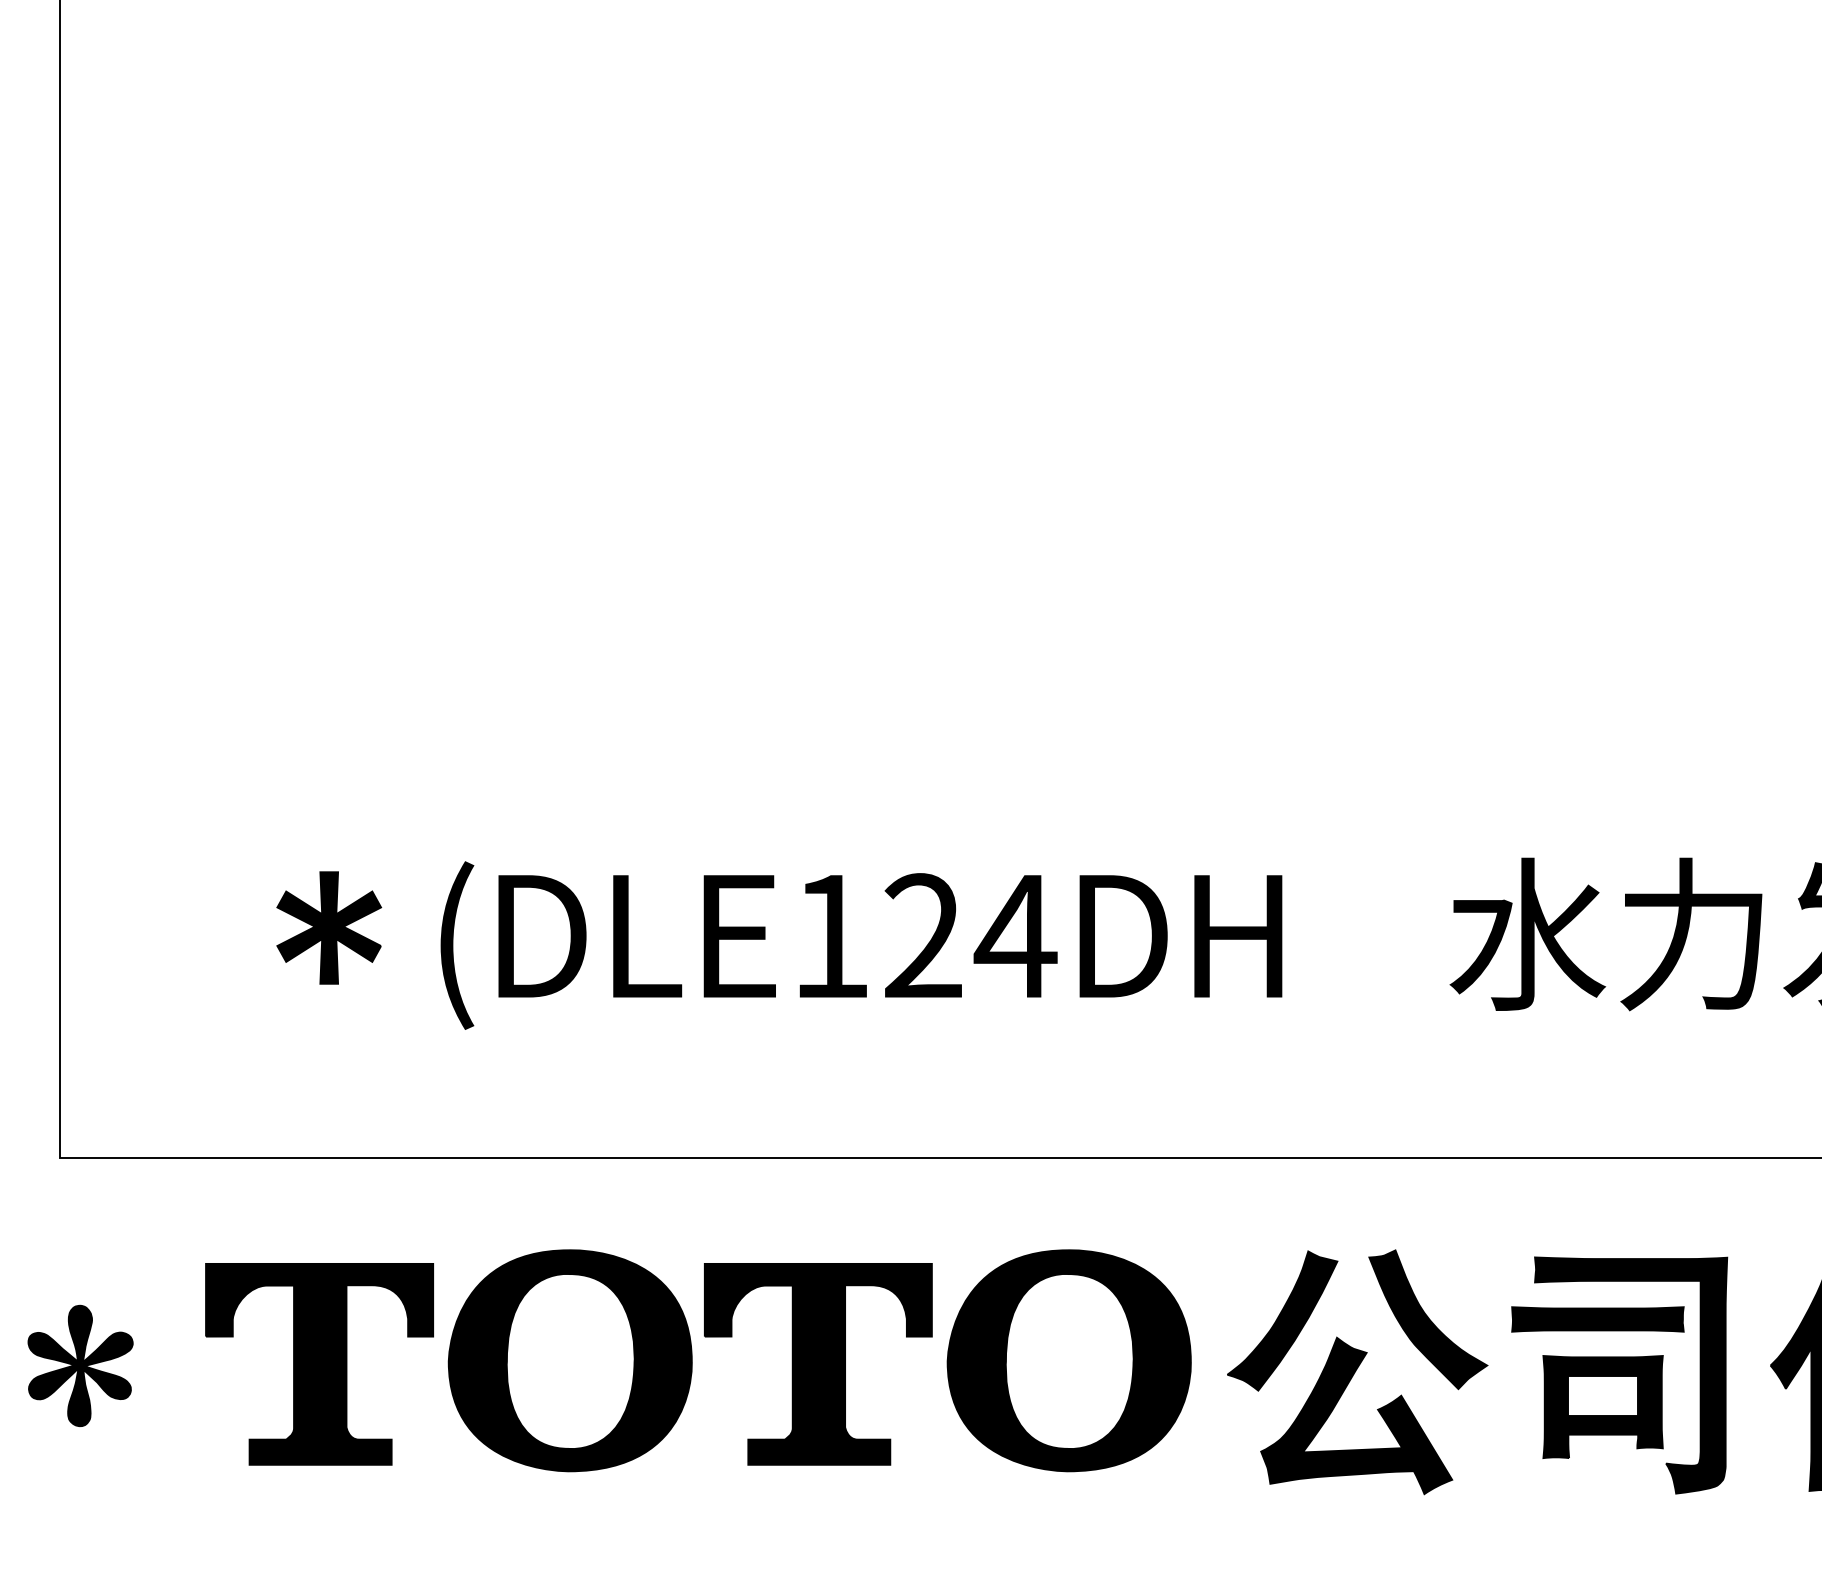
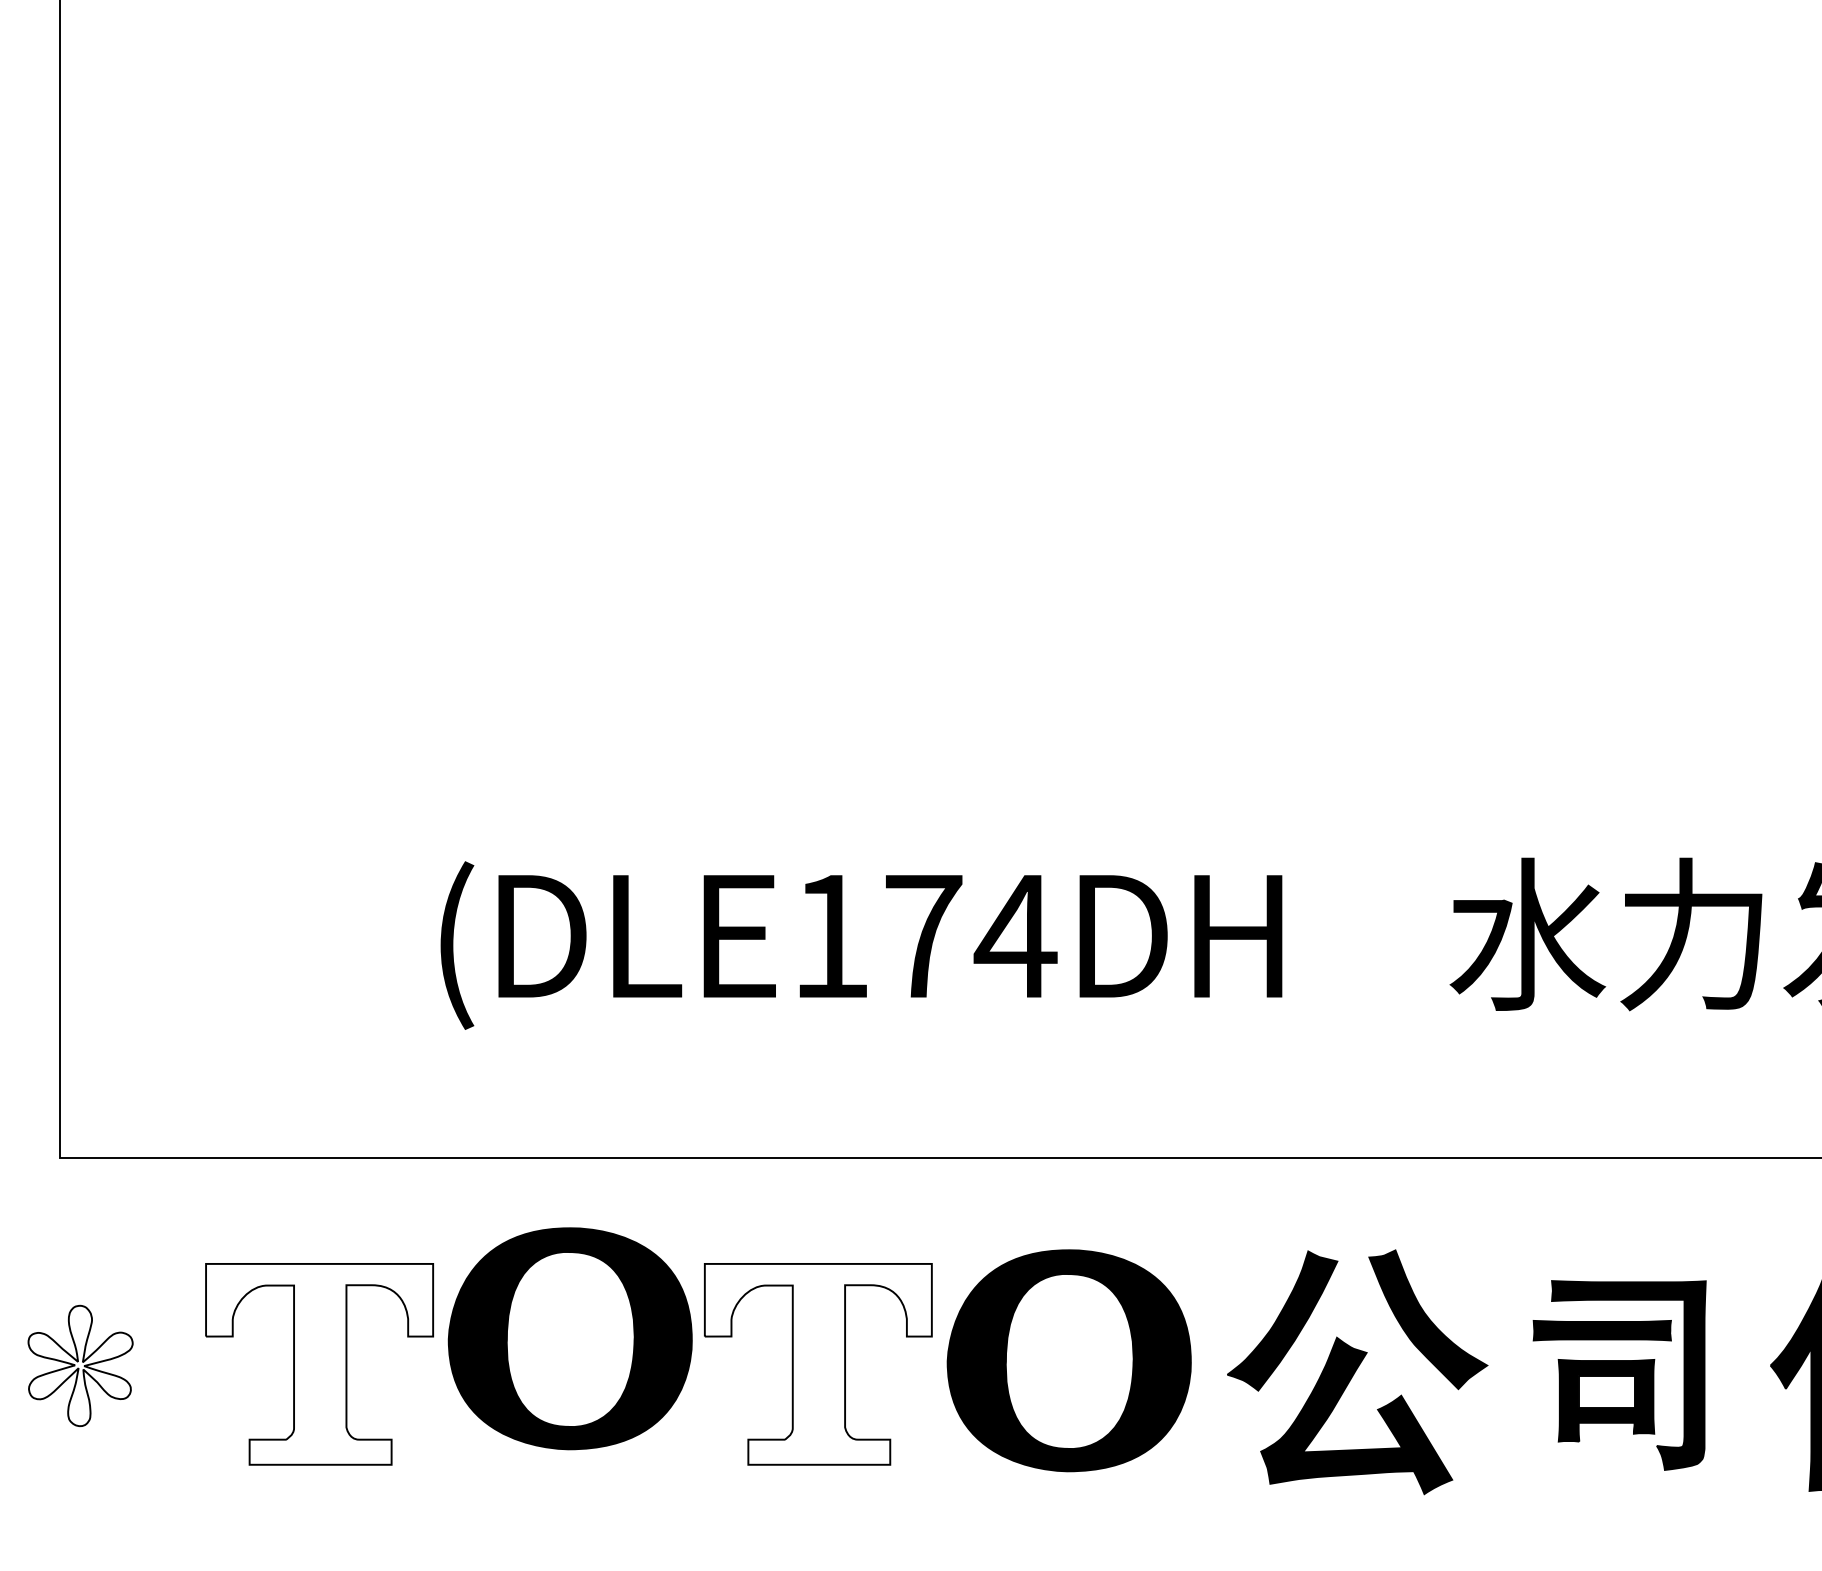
part at (329, 927): present -> none
text at (923, 935): (DLE124DH -> (DLE174DH
part at (569, 1360) position: (569, 1360) -> (569, 1338)
fill at (319, 1363): present -> none
fill at (817, 1363): present -> none
fill at (80, 1365): present -> none
part at (1619, 1375) size: 218x239 px -> 175x191 px
